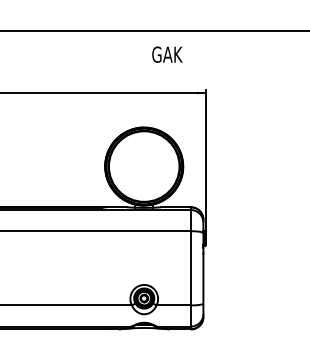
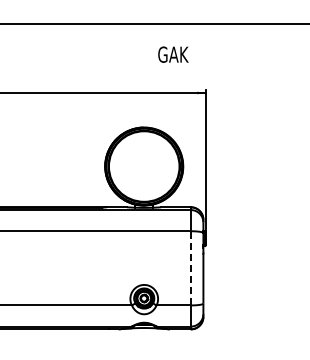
line at (154, 30) position: (154, 30) -> (154, 23)
text at (167, 54) position: (167, 54) -> (173, 54)
line at (190, 267): solid -> dashed
